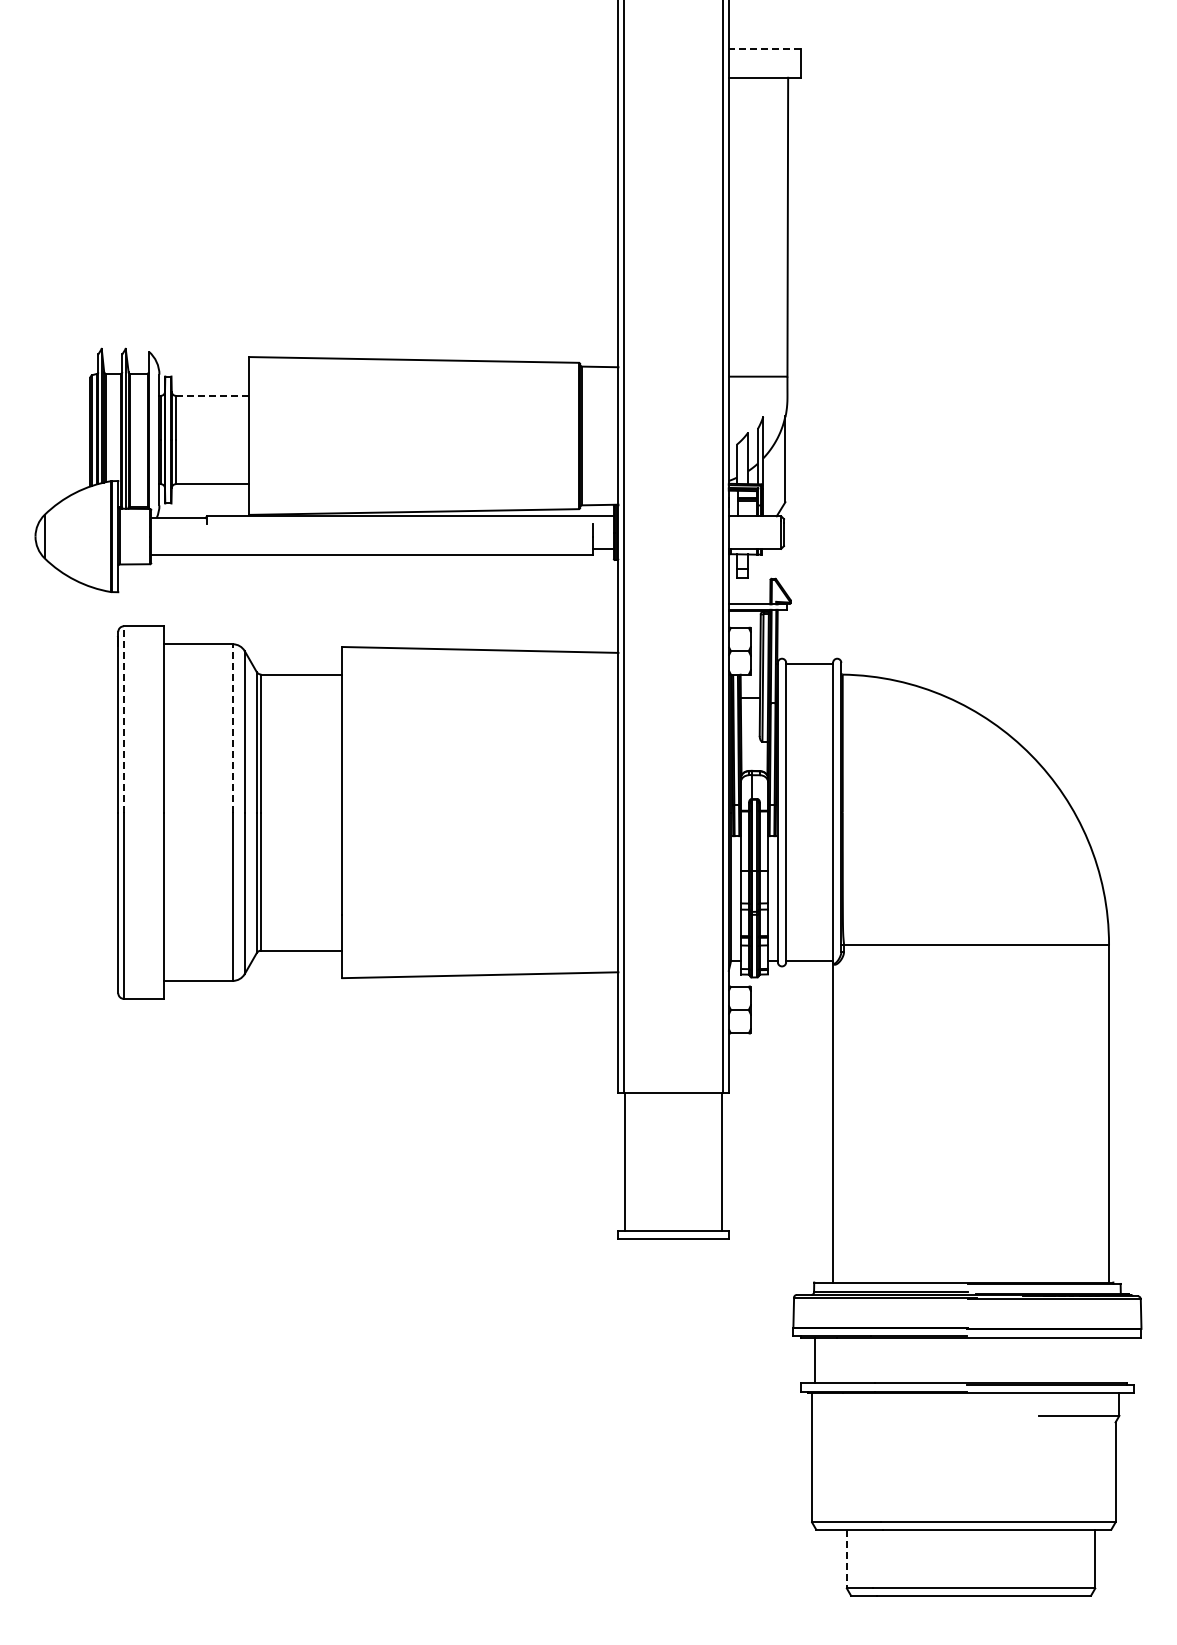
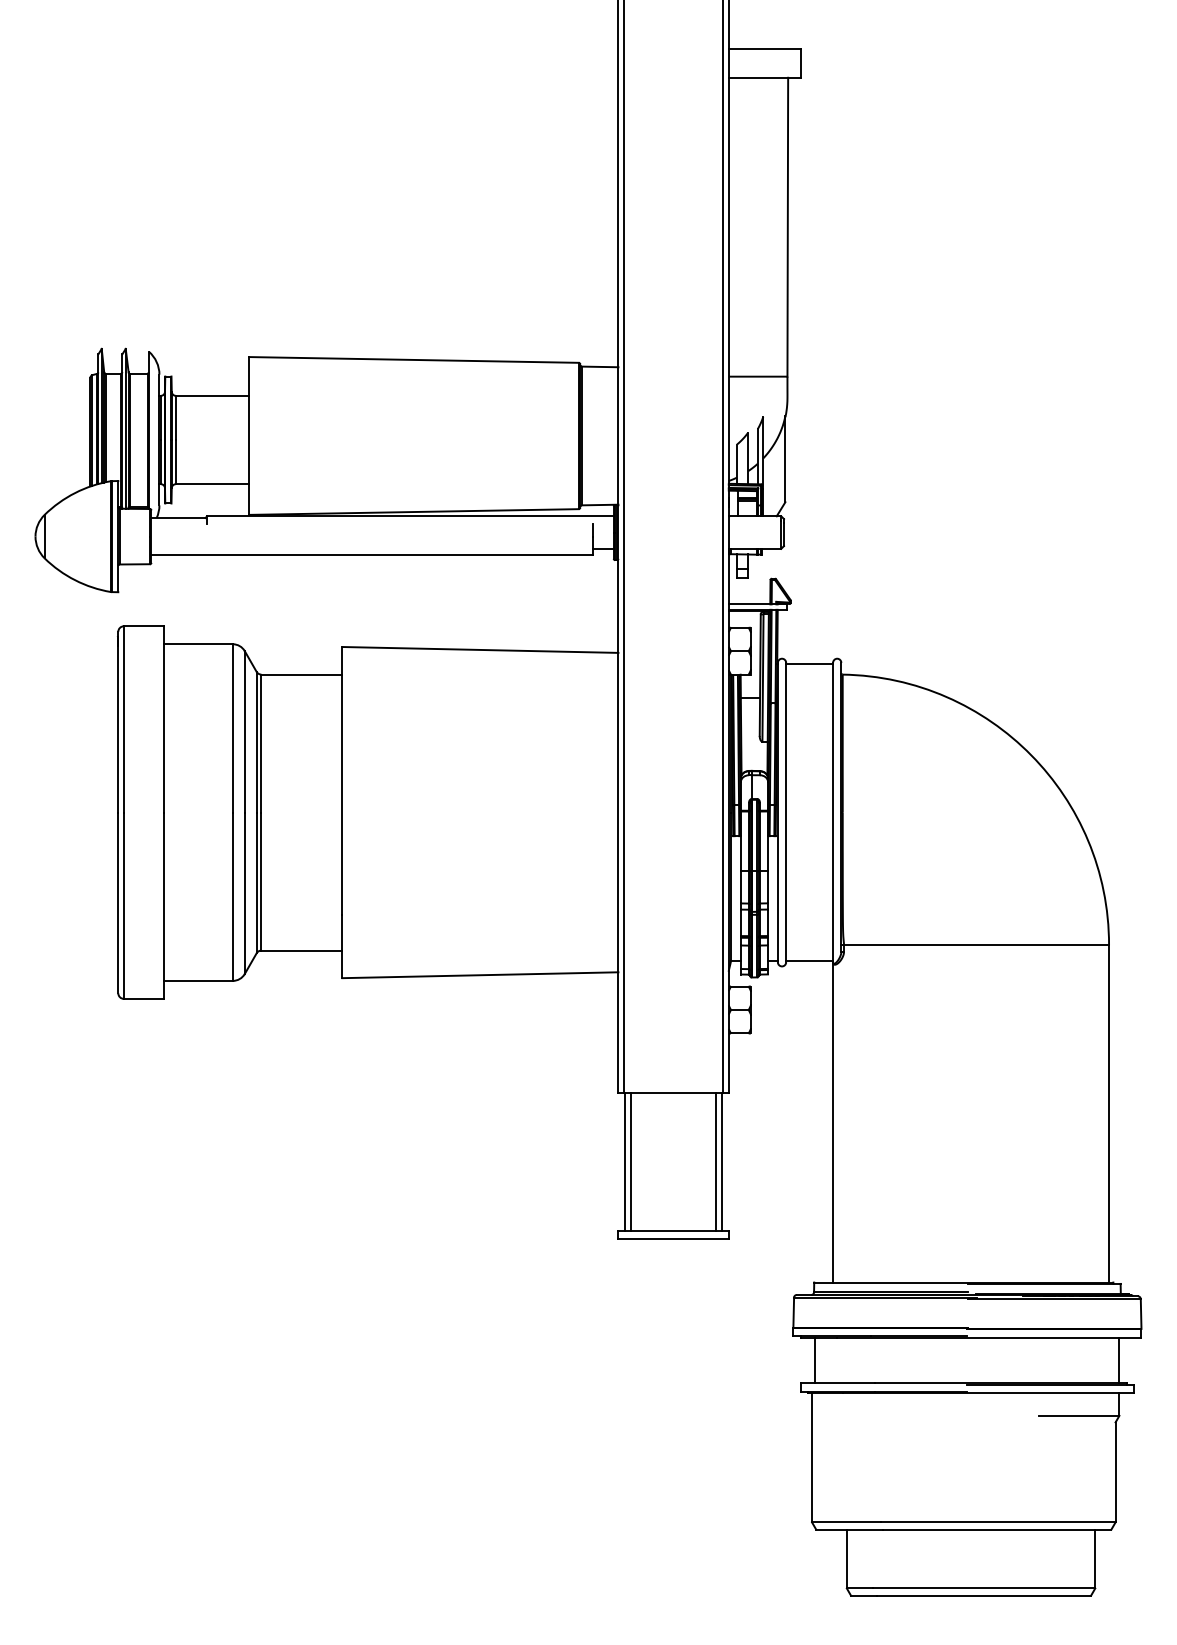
line at (764, 49): dashed -> solid
line at (212, 395): dashed -> solid
line at (123, 718): dashed -> solid
line at (232, 727): dashed -> solid
line at (630, 1161): none -> present
line at (716, 1161): none -> present
line at (1119, 1360): none -> present
line at (846, 1559): dashed -> solid
